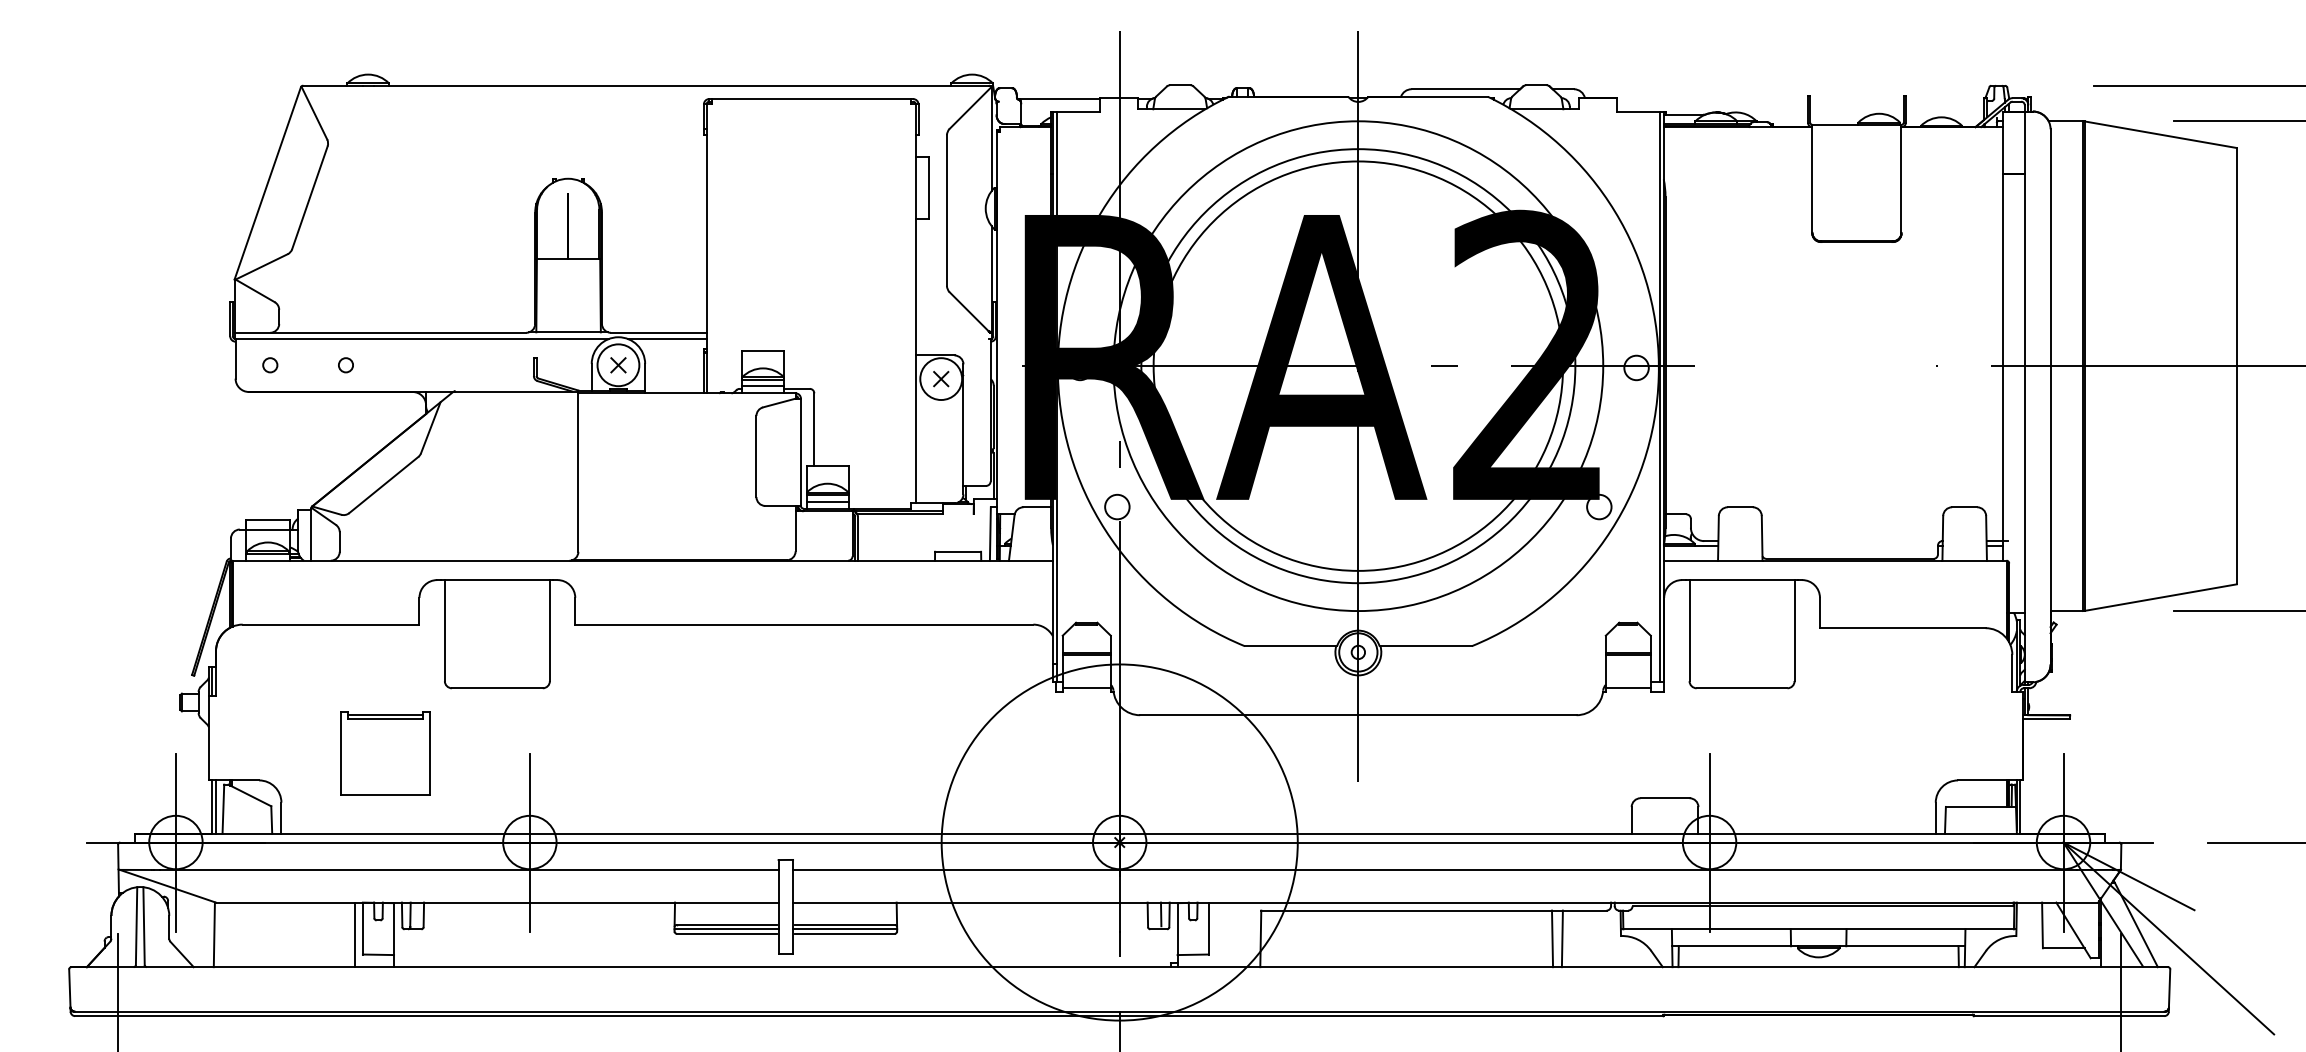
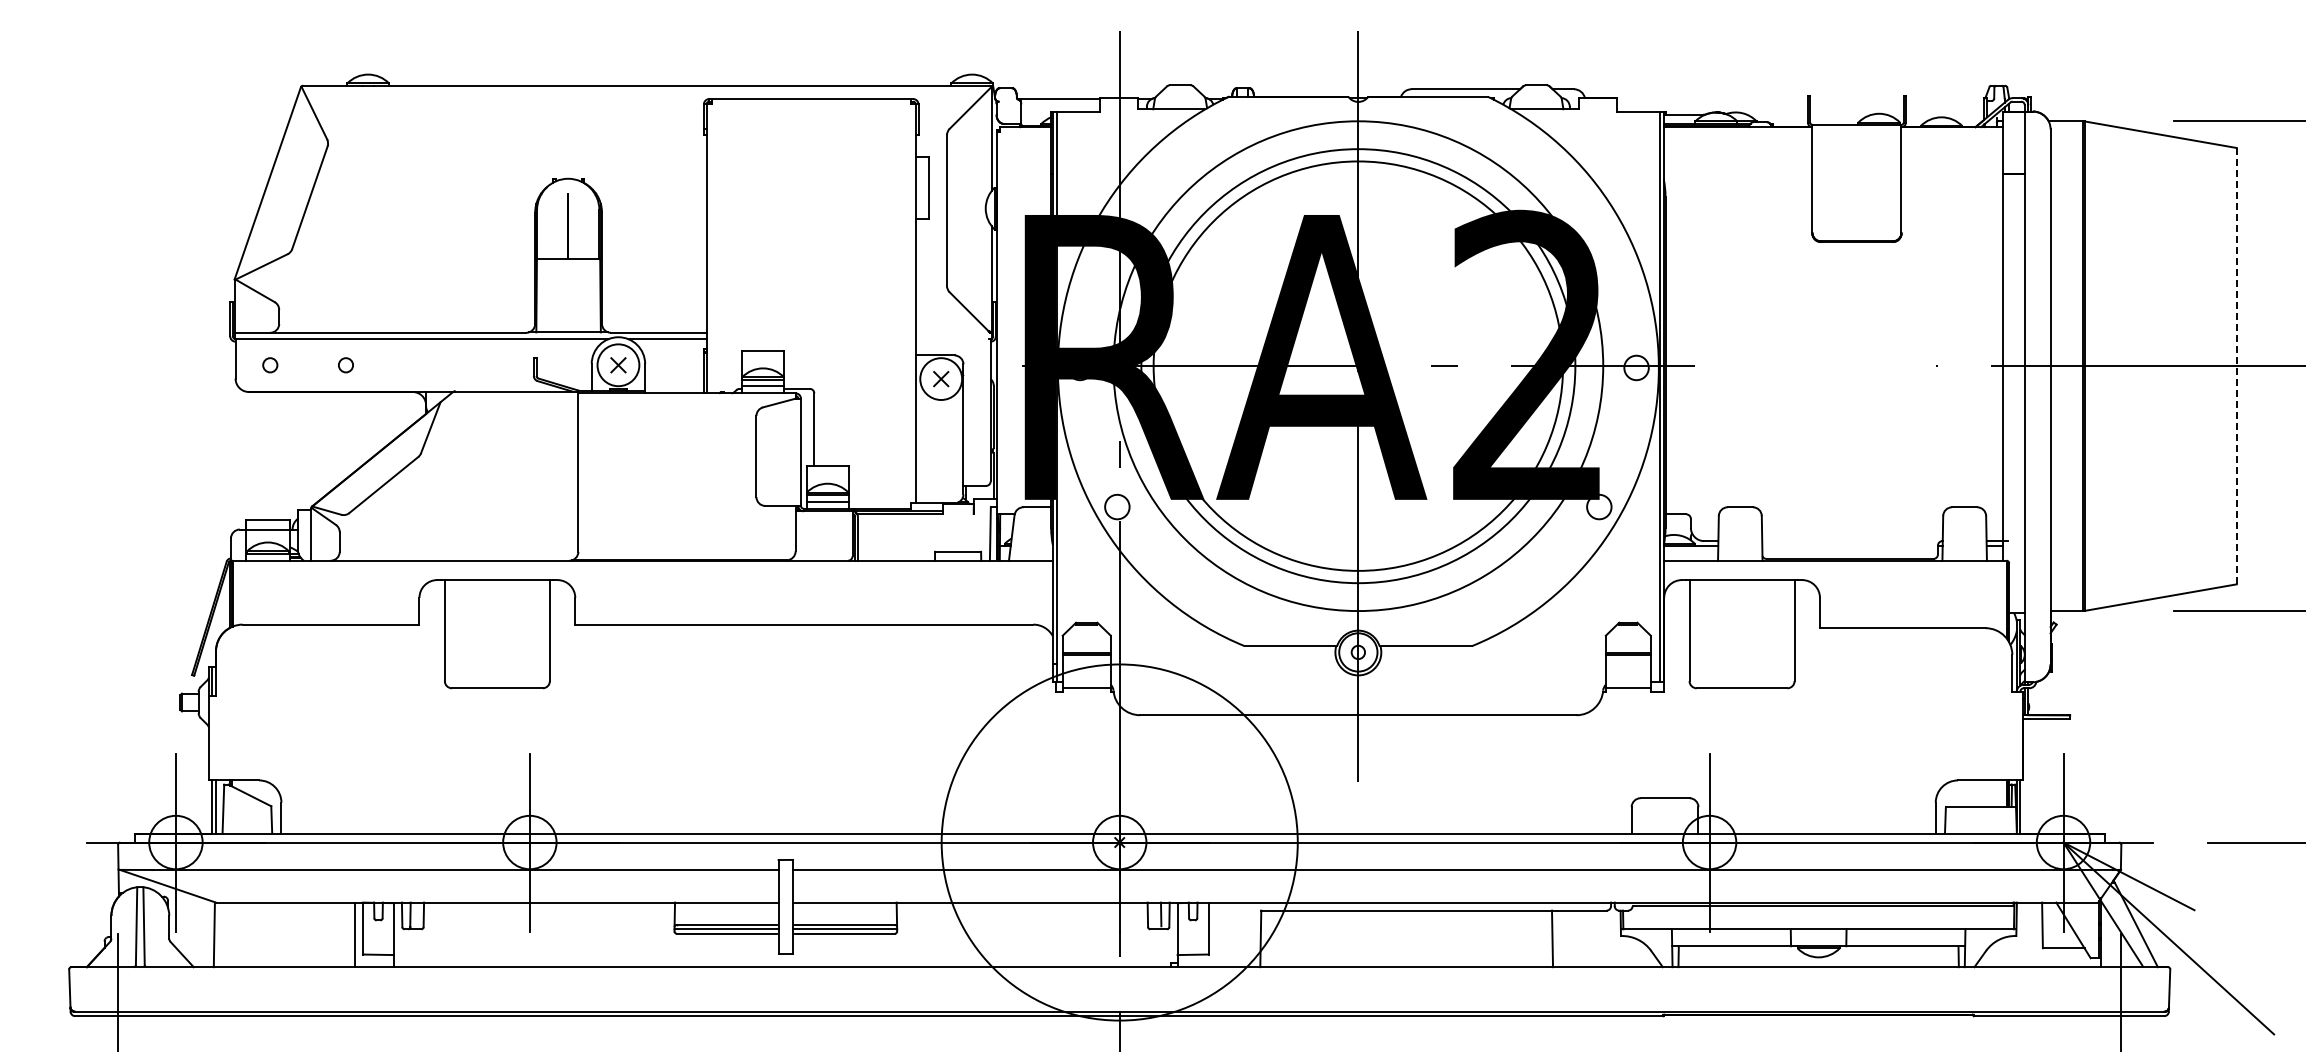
line at (2198, 85): present -> none
line at (2236, 365): solid -> dashed
part at (385, 753): present -> none
line at (1561, 938): present -> none
